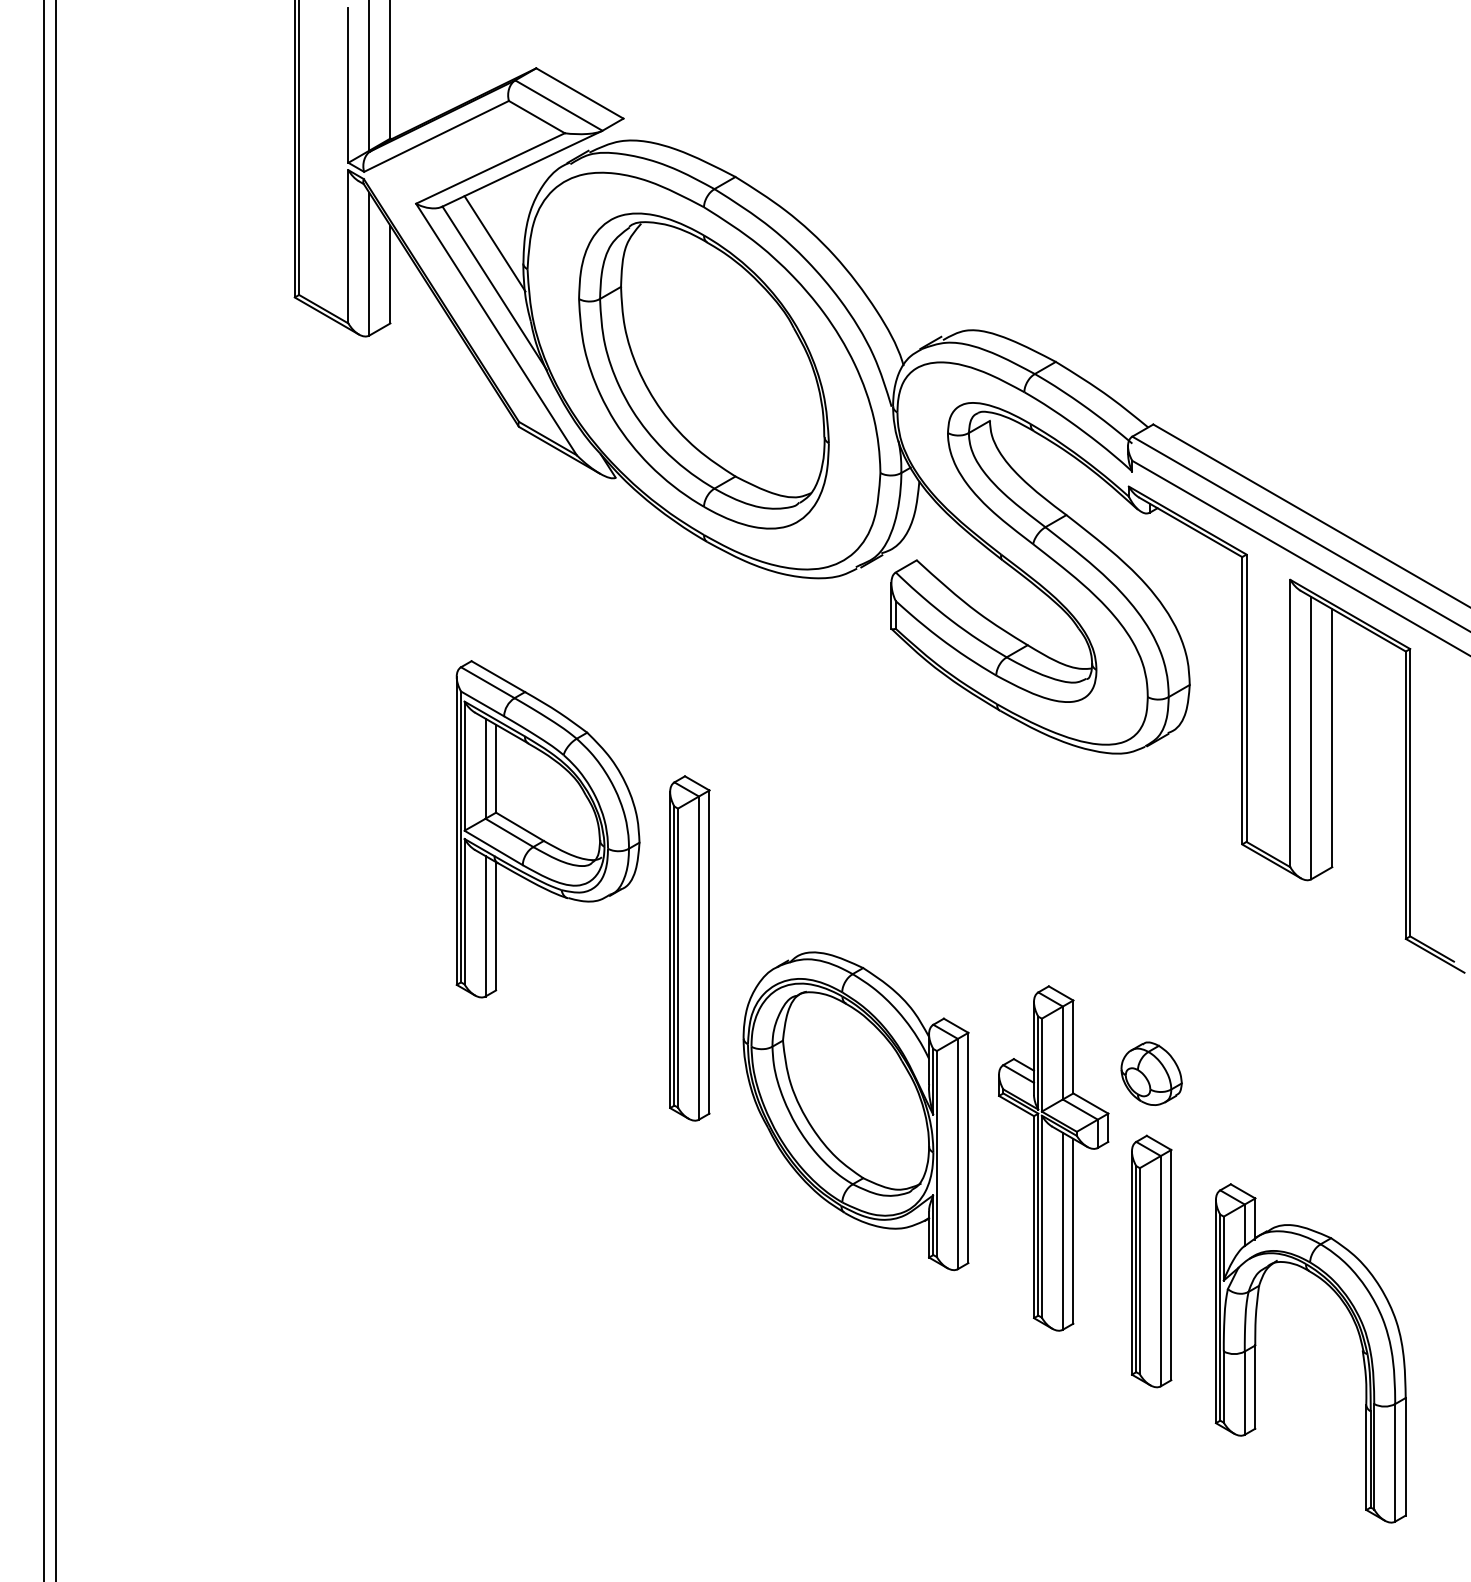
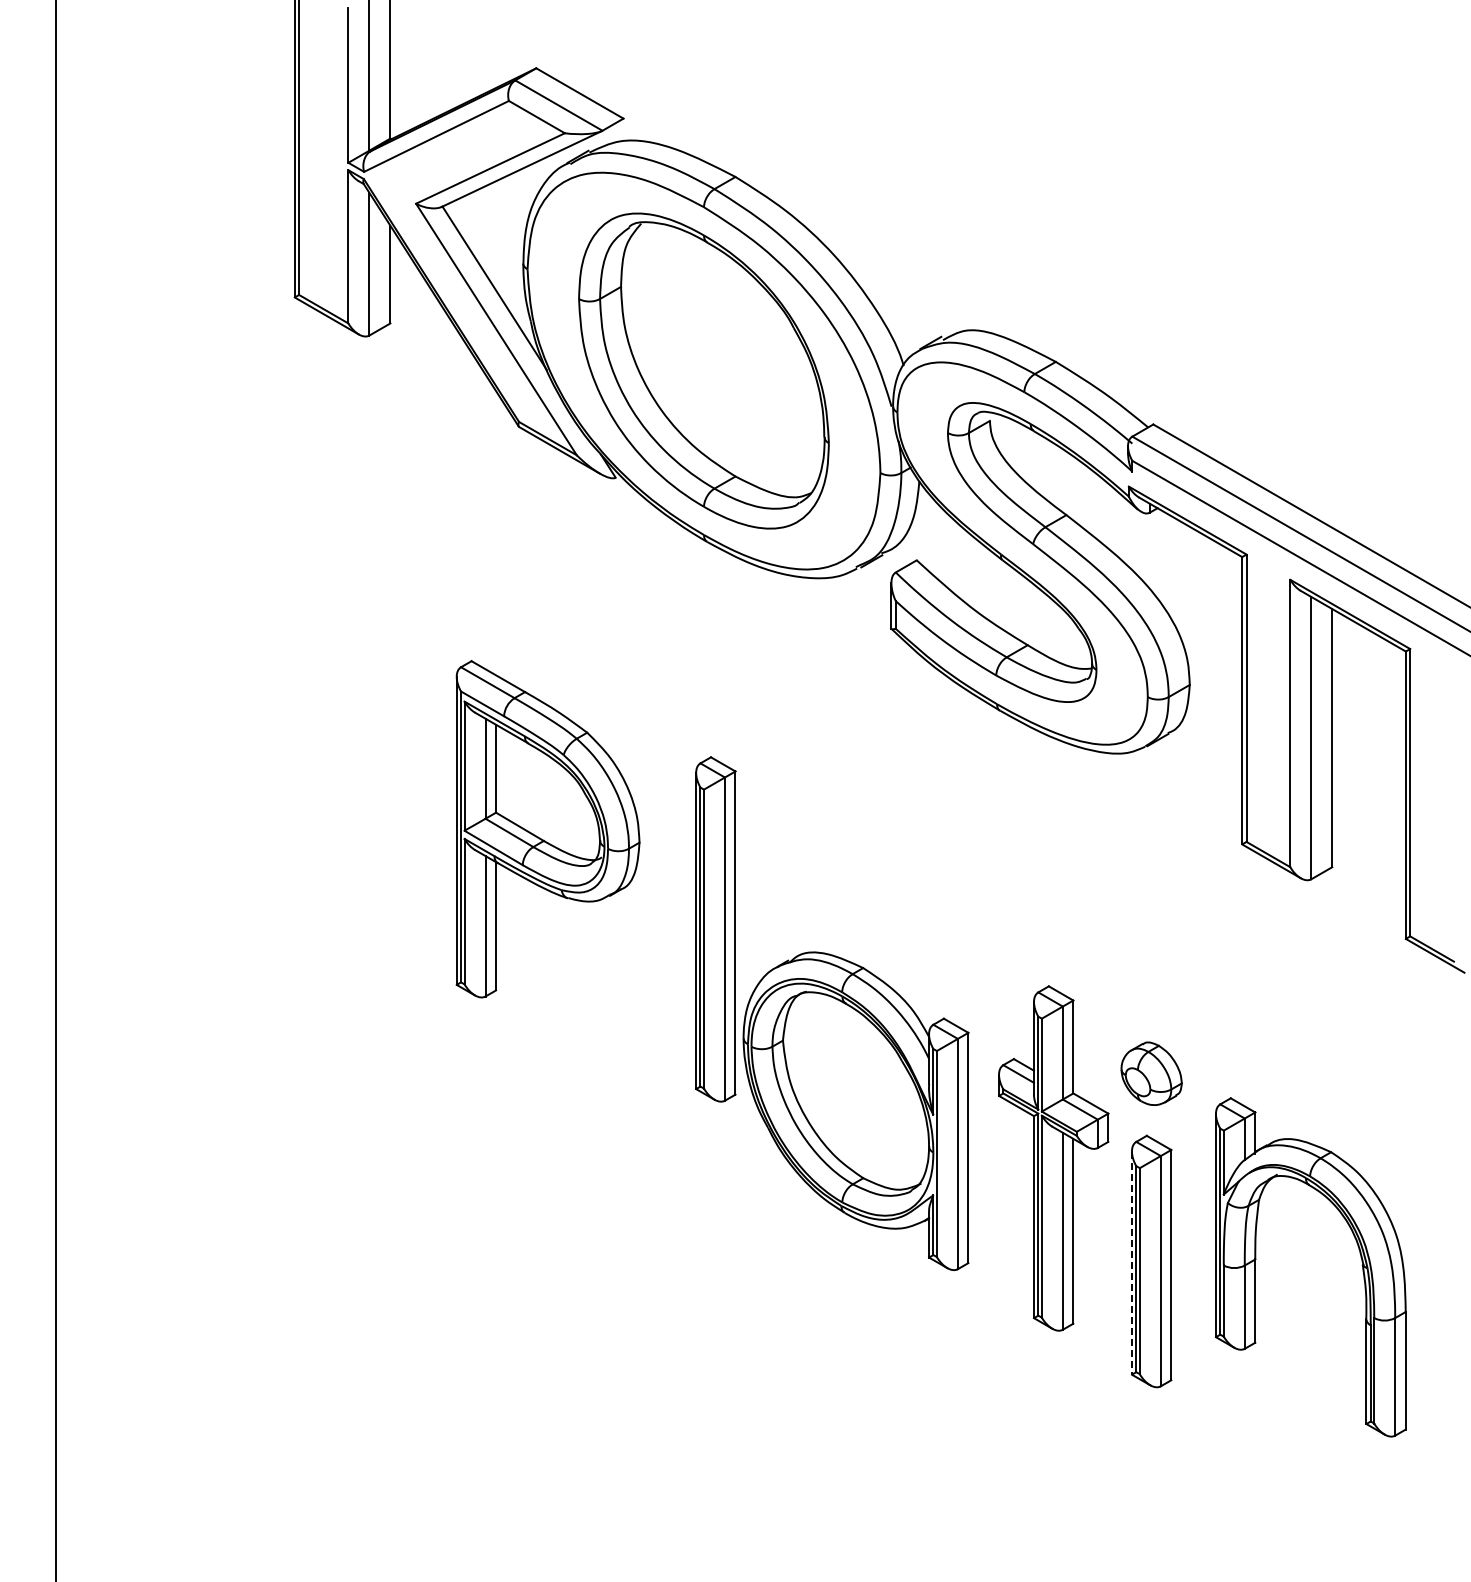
line at (494, 243): present -> none
line at (44, 790): present -> none
part at (689, 948) position: (689, 948) -> (715, 929)
line at (1131, 1263): solid -> dashed
part at (1359, 1339) position: (1359, 1339) -> (1359, 1253)
